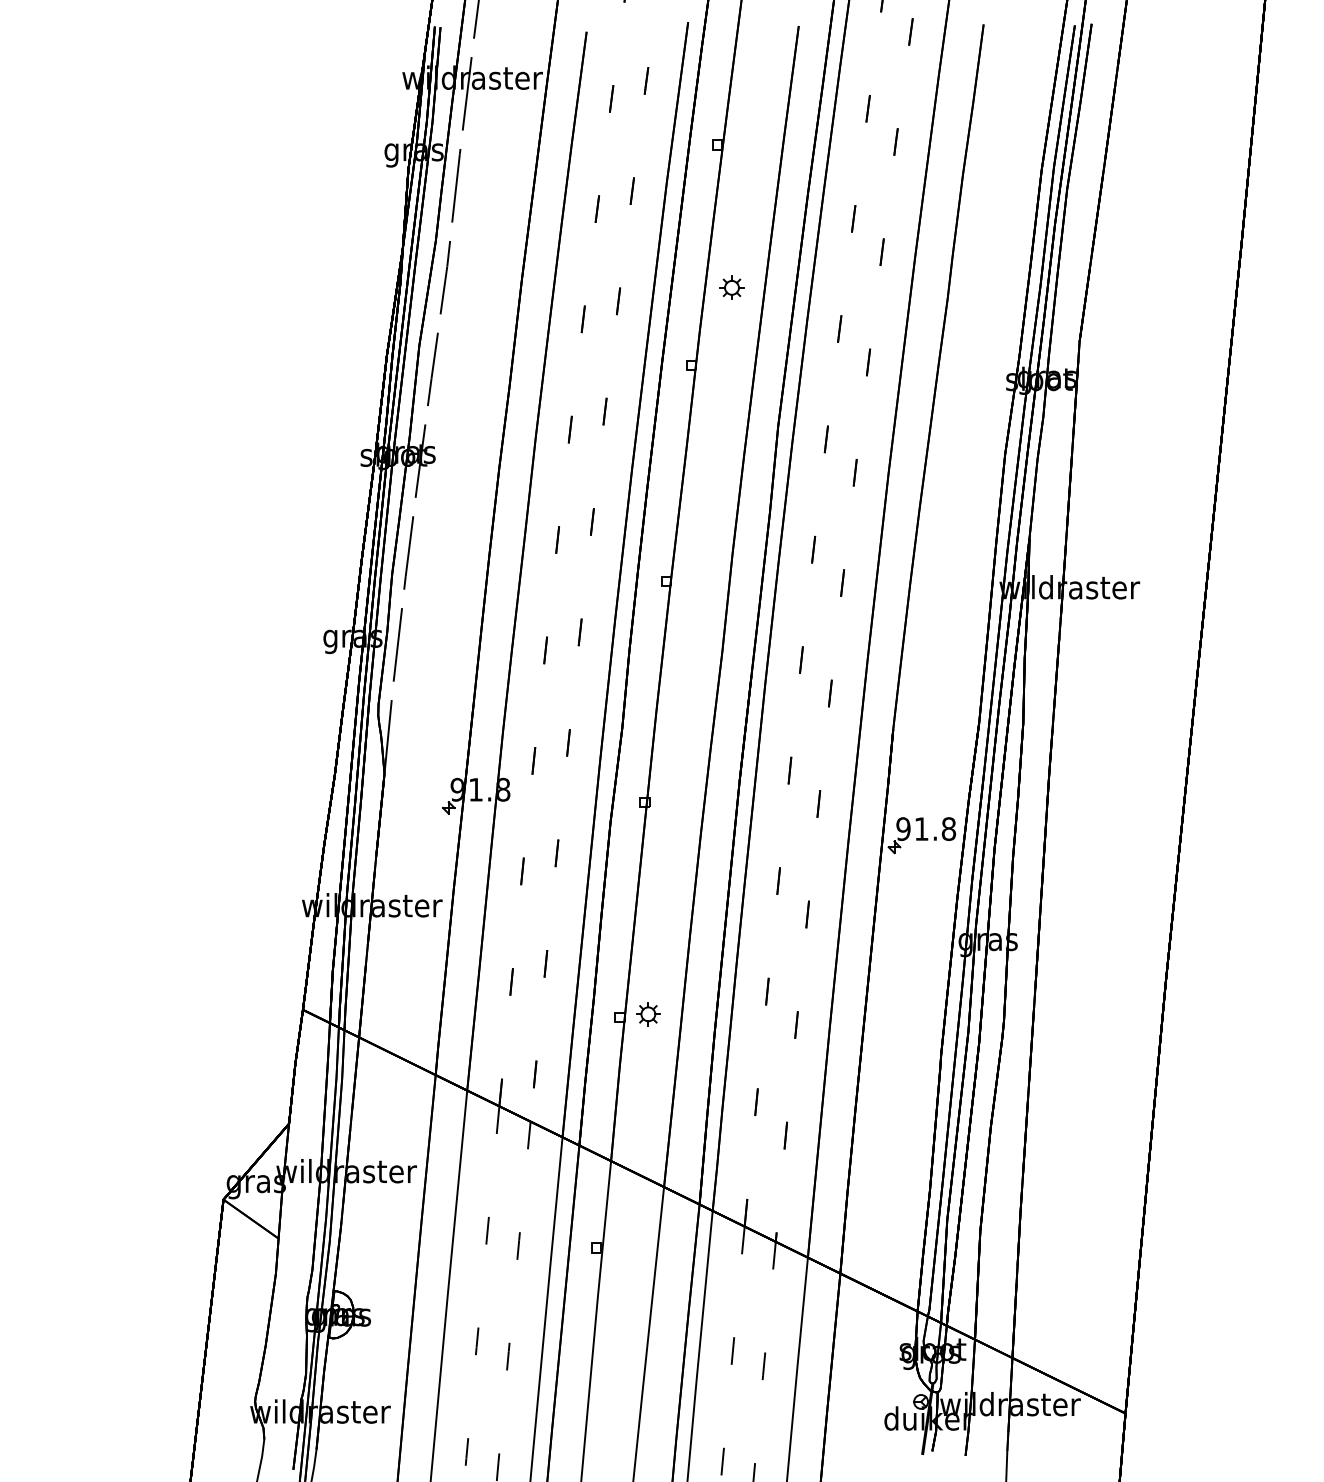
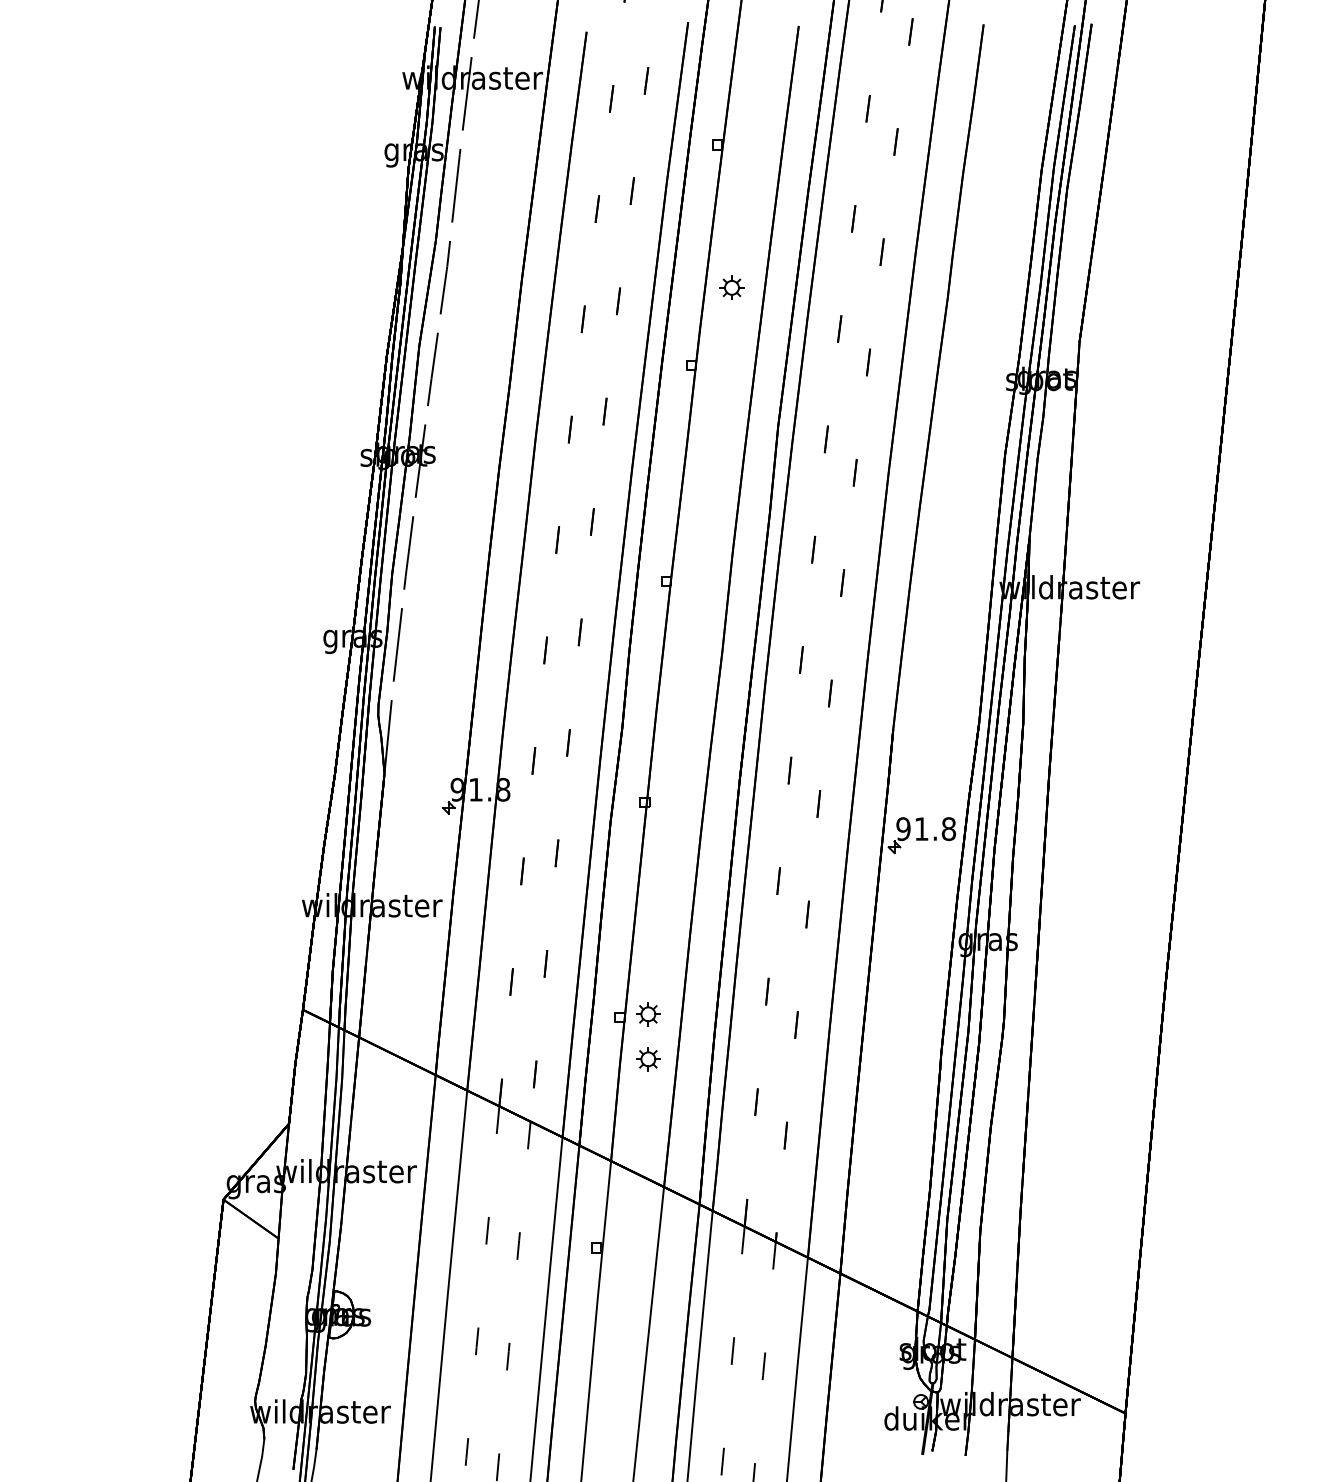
part at (648, 1059): none -> present
